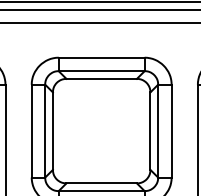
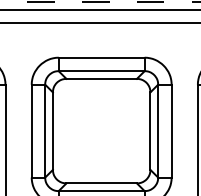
line at (100, 2): solid -> dashed
